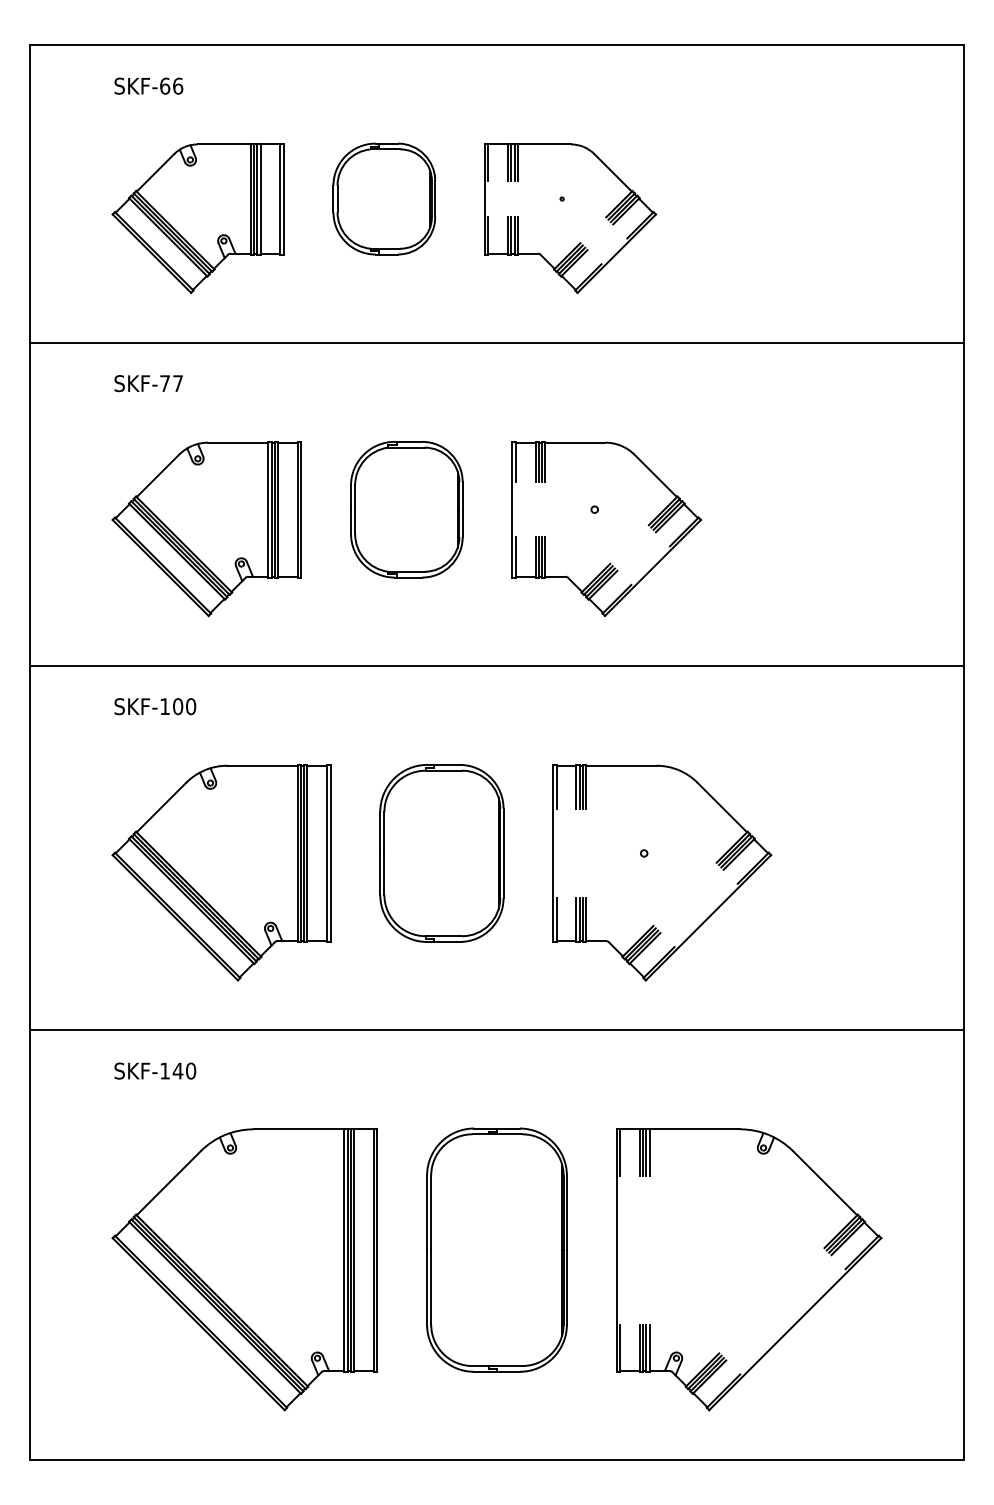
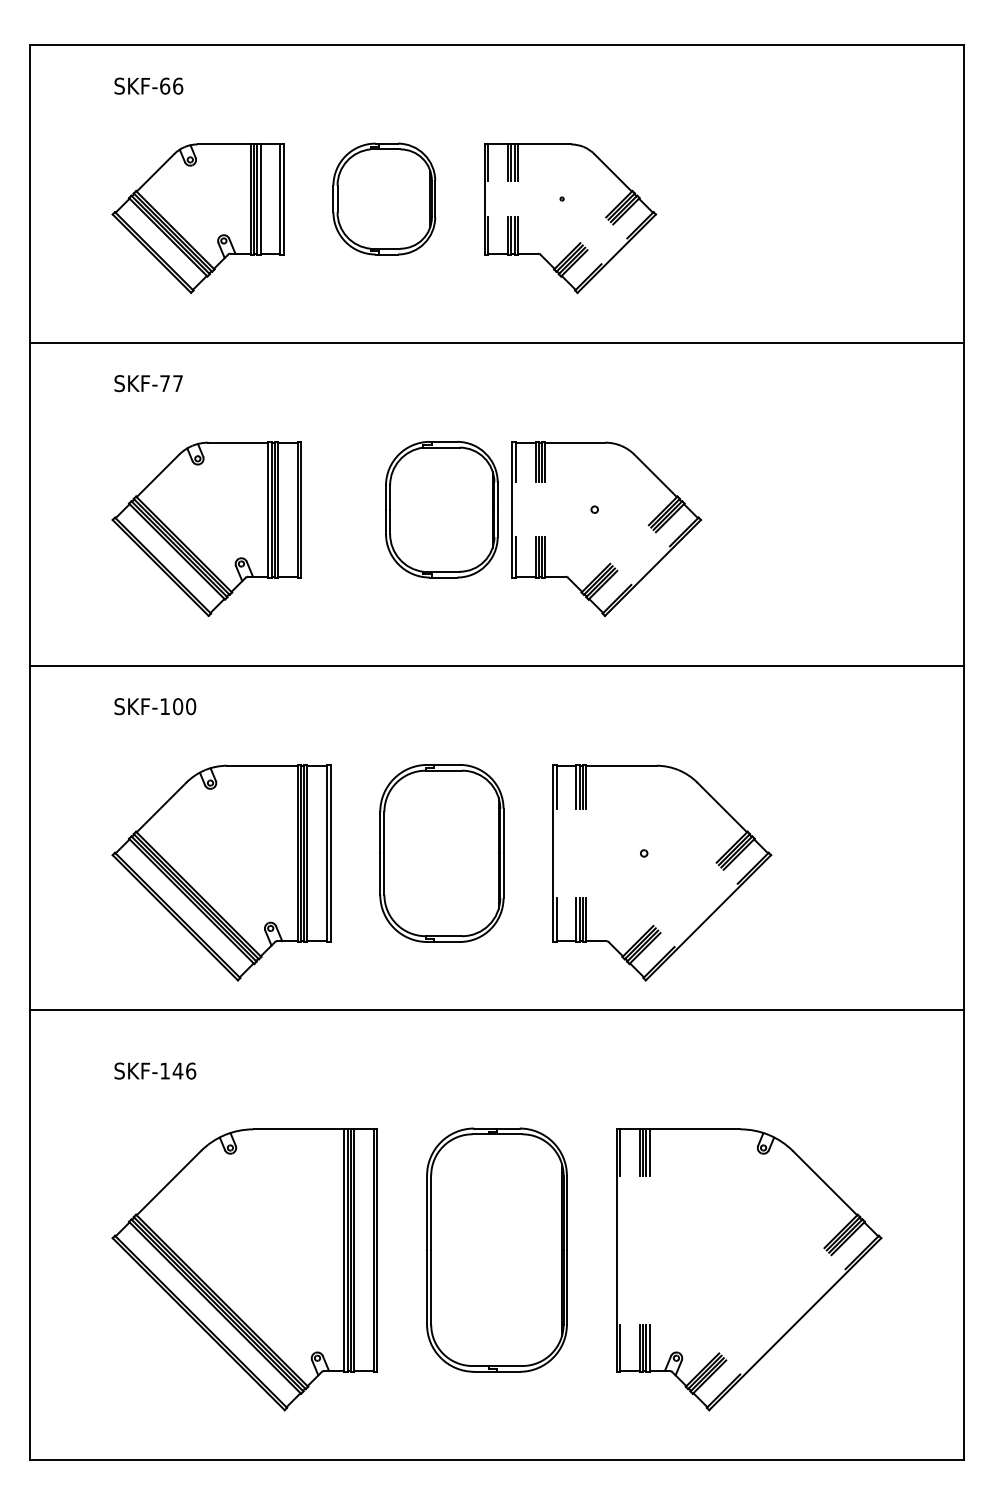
part at (406, 509) position: (406, 509) -> (441, 509)
line at (496, 1030) position: (496, 1030) -> (496, 1010)
text at (191, 1070): SKF-140 -> SKF-146
